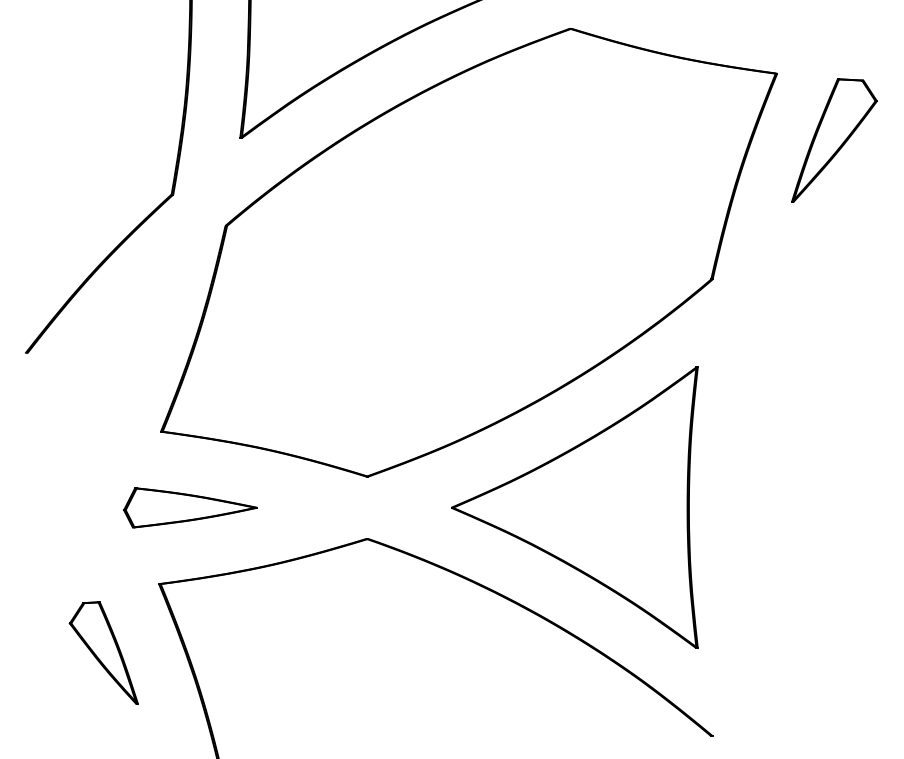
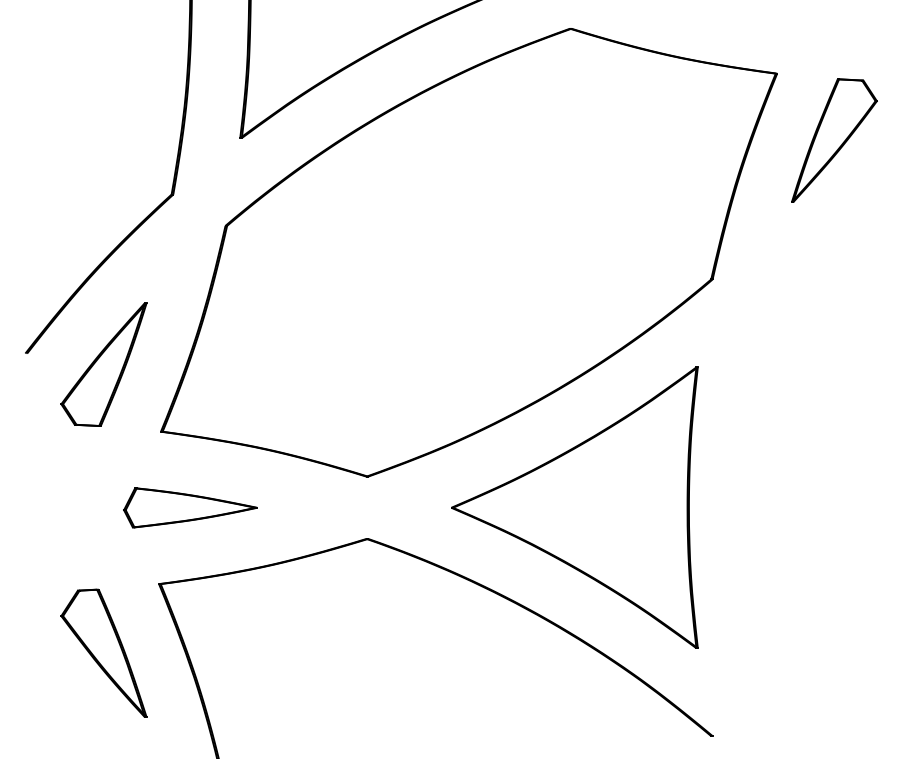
part at (103, 364): none -> present
part at (103, 652) size: 71x104 px -> 88x130 px
